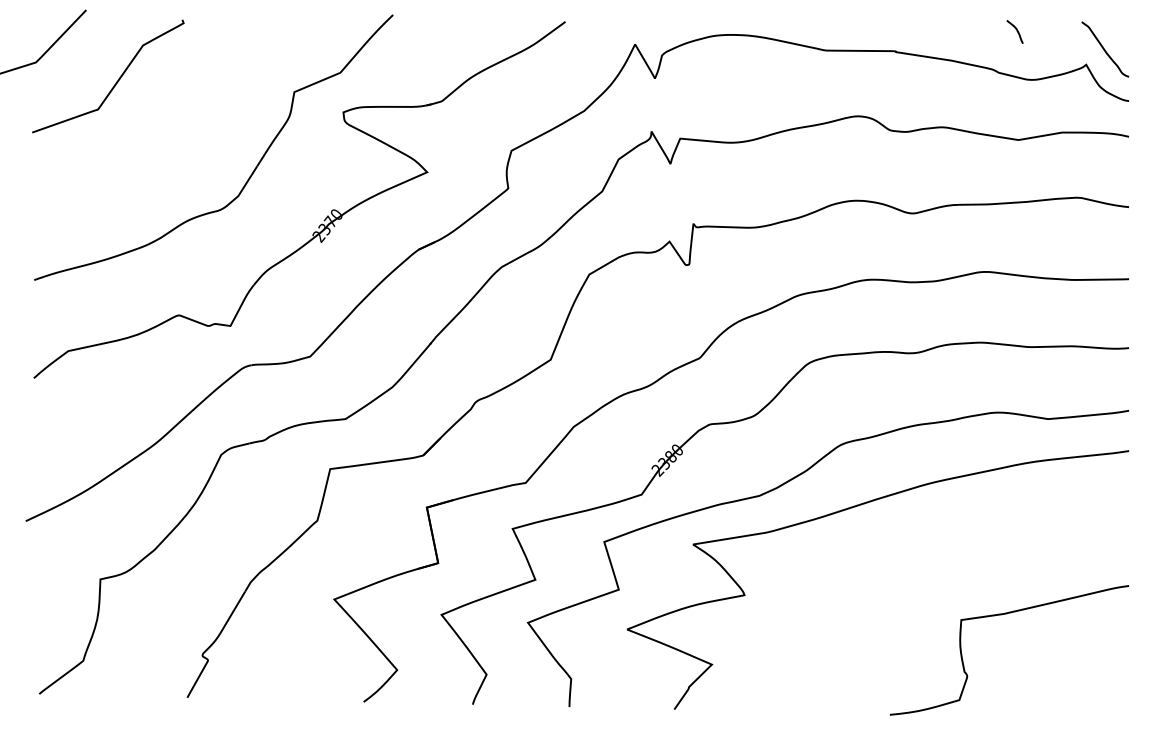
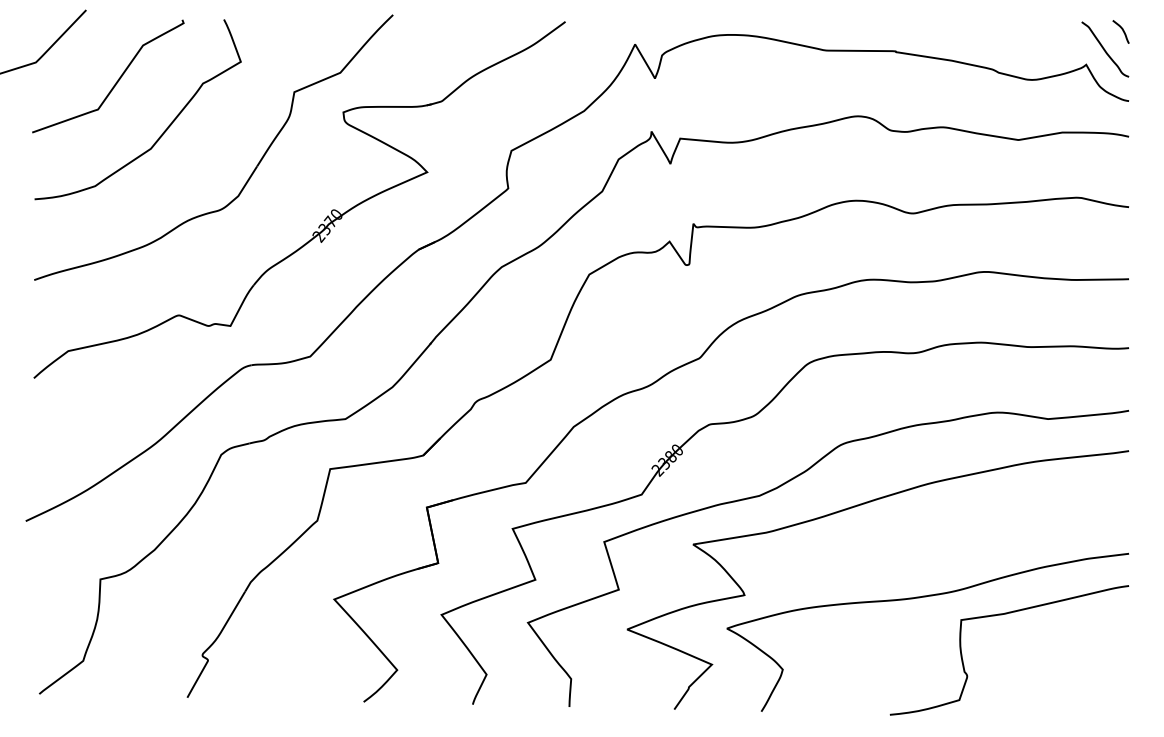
curve at (1016, 31) position: (1016, 31) -> (1122, 31)
curve at (163, 131): none -> present
curve at (919, 598): none -> present
